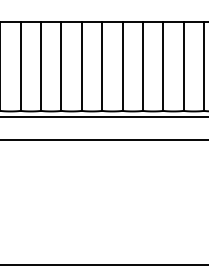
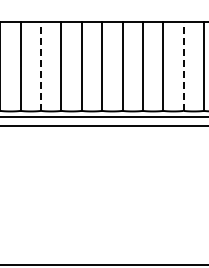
line at (41, 66): solid -> dashed
line at (183, 66): solid -> dashed
line at (103, 140) position: (103, 140) -> (103, 126)
